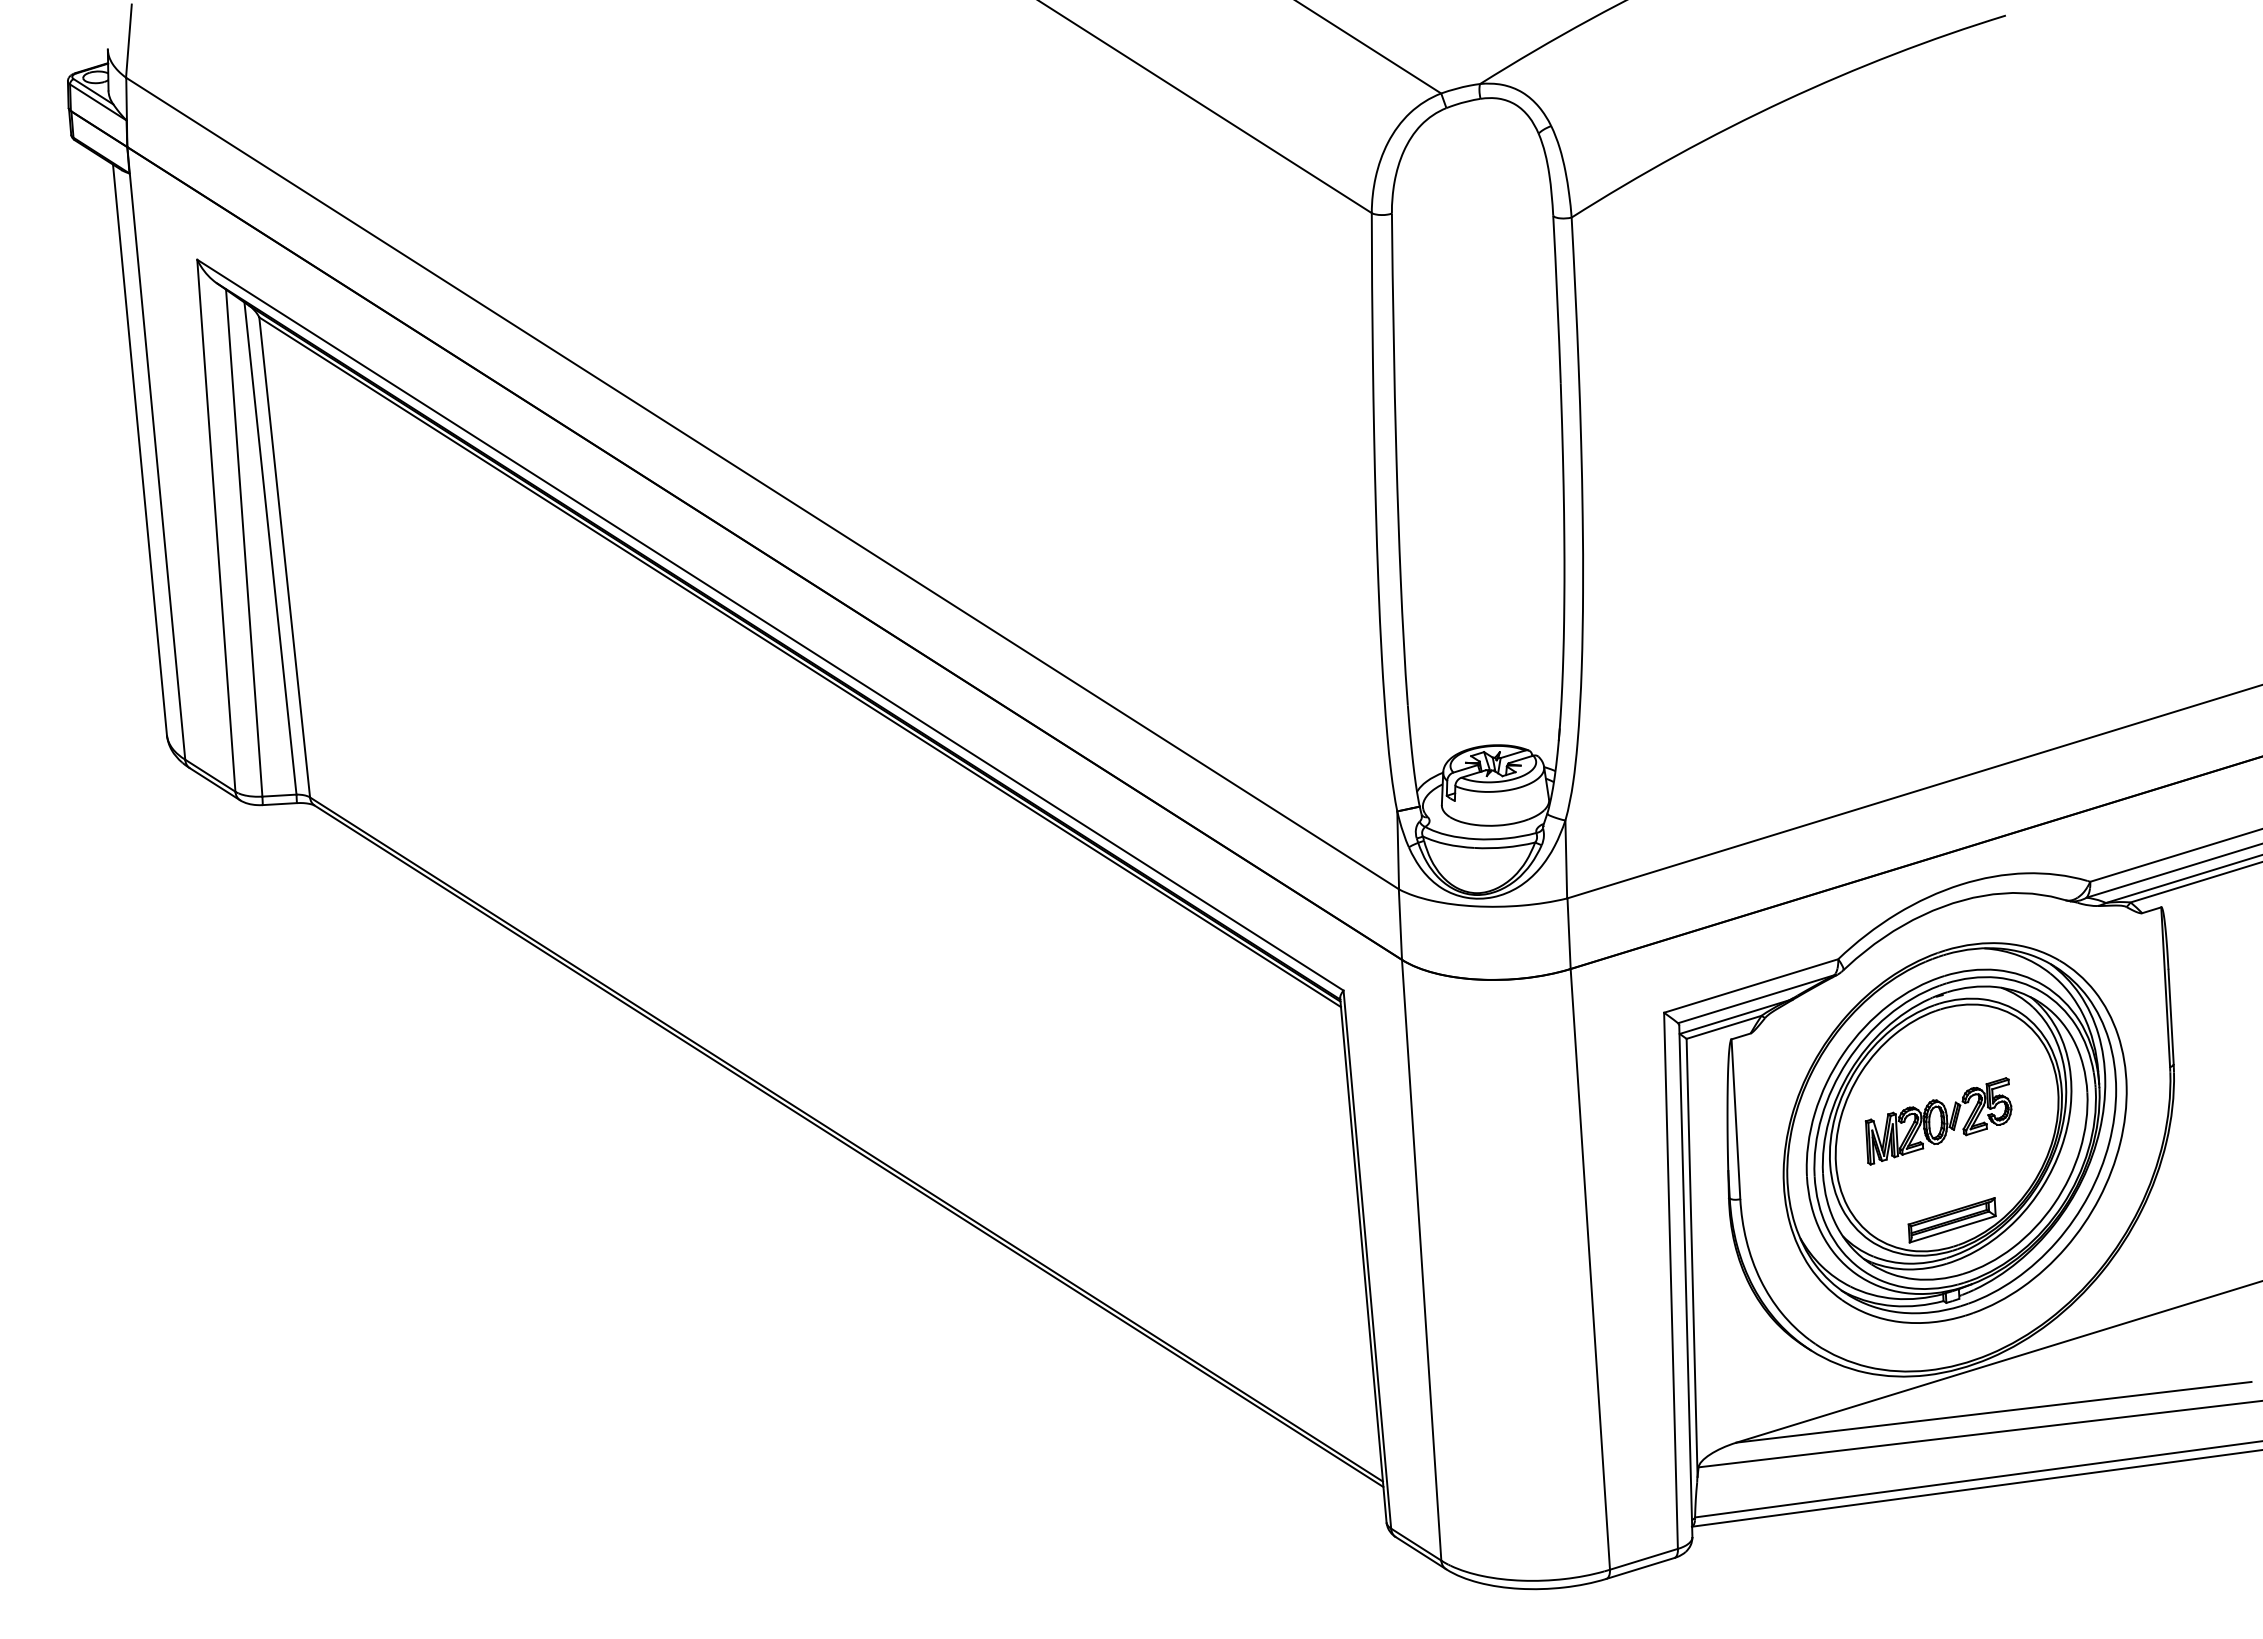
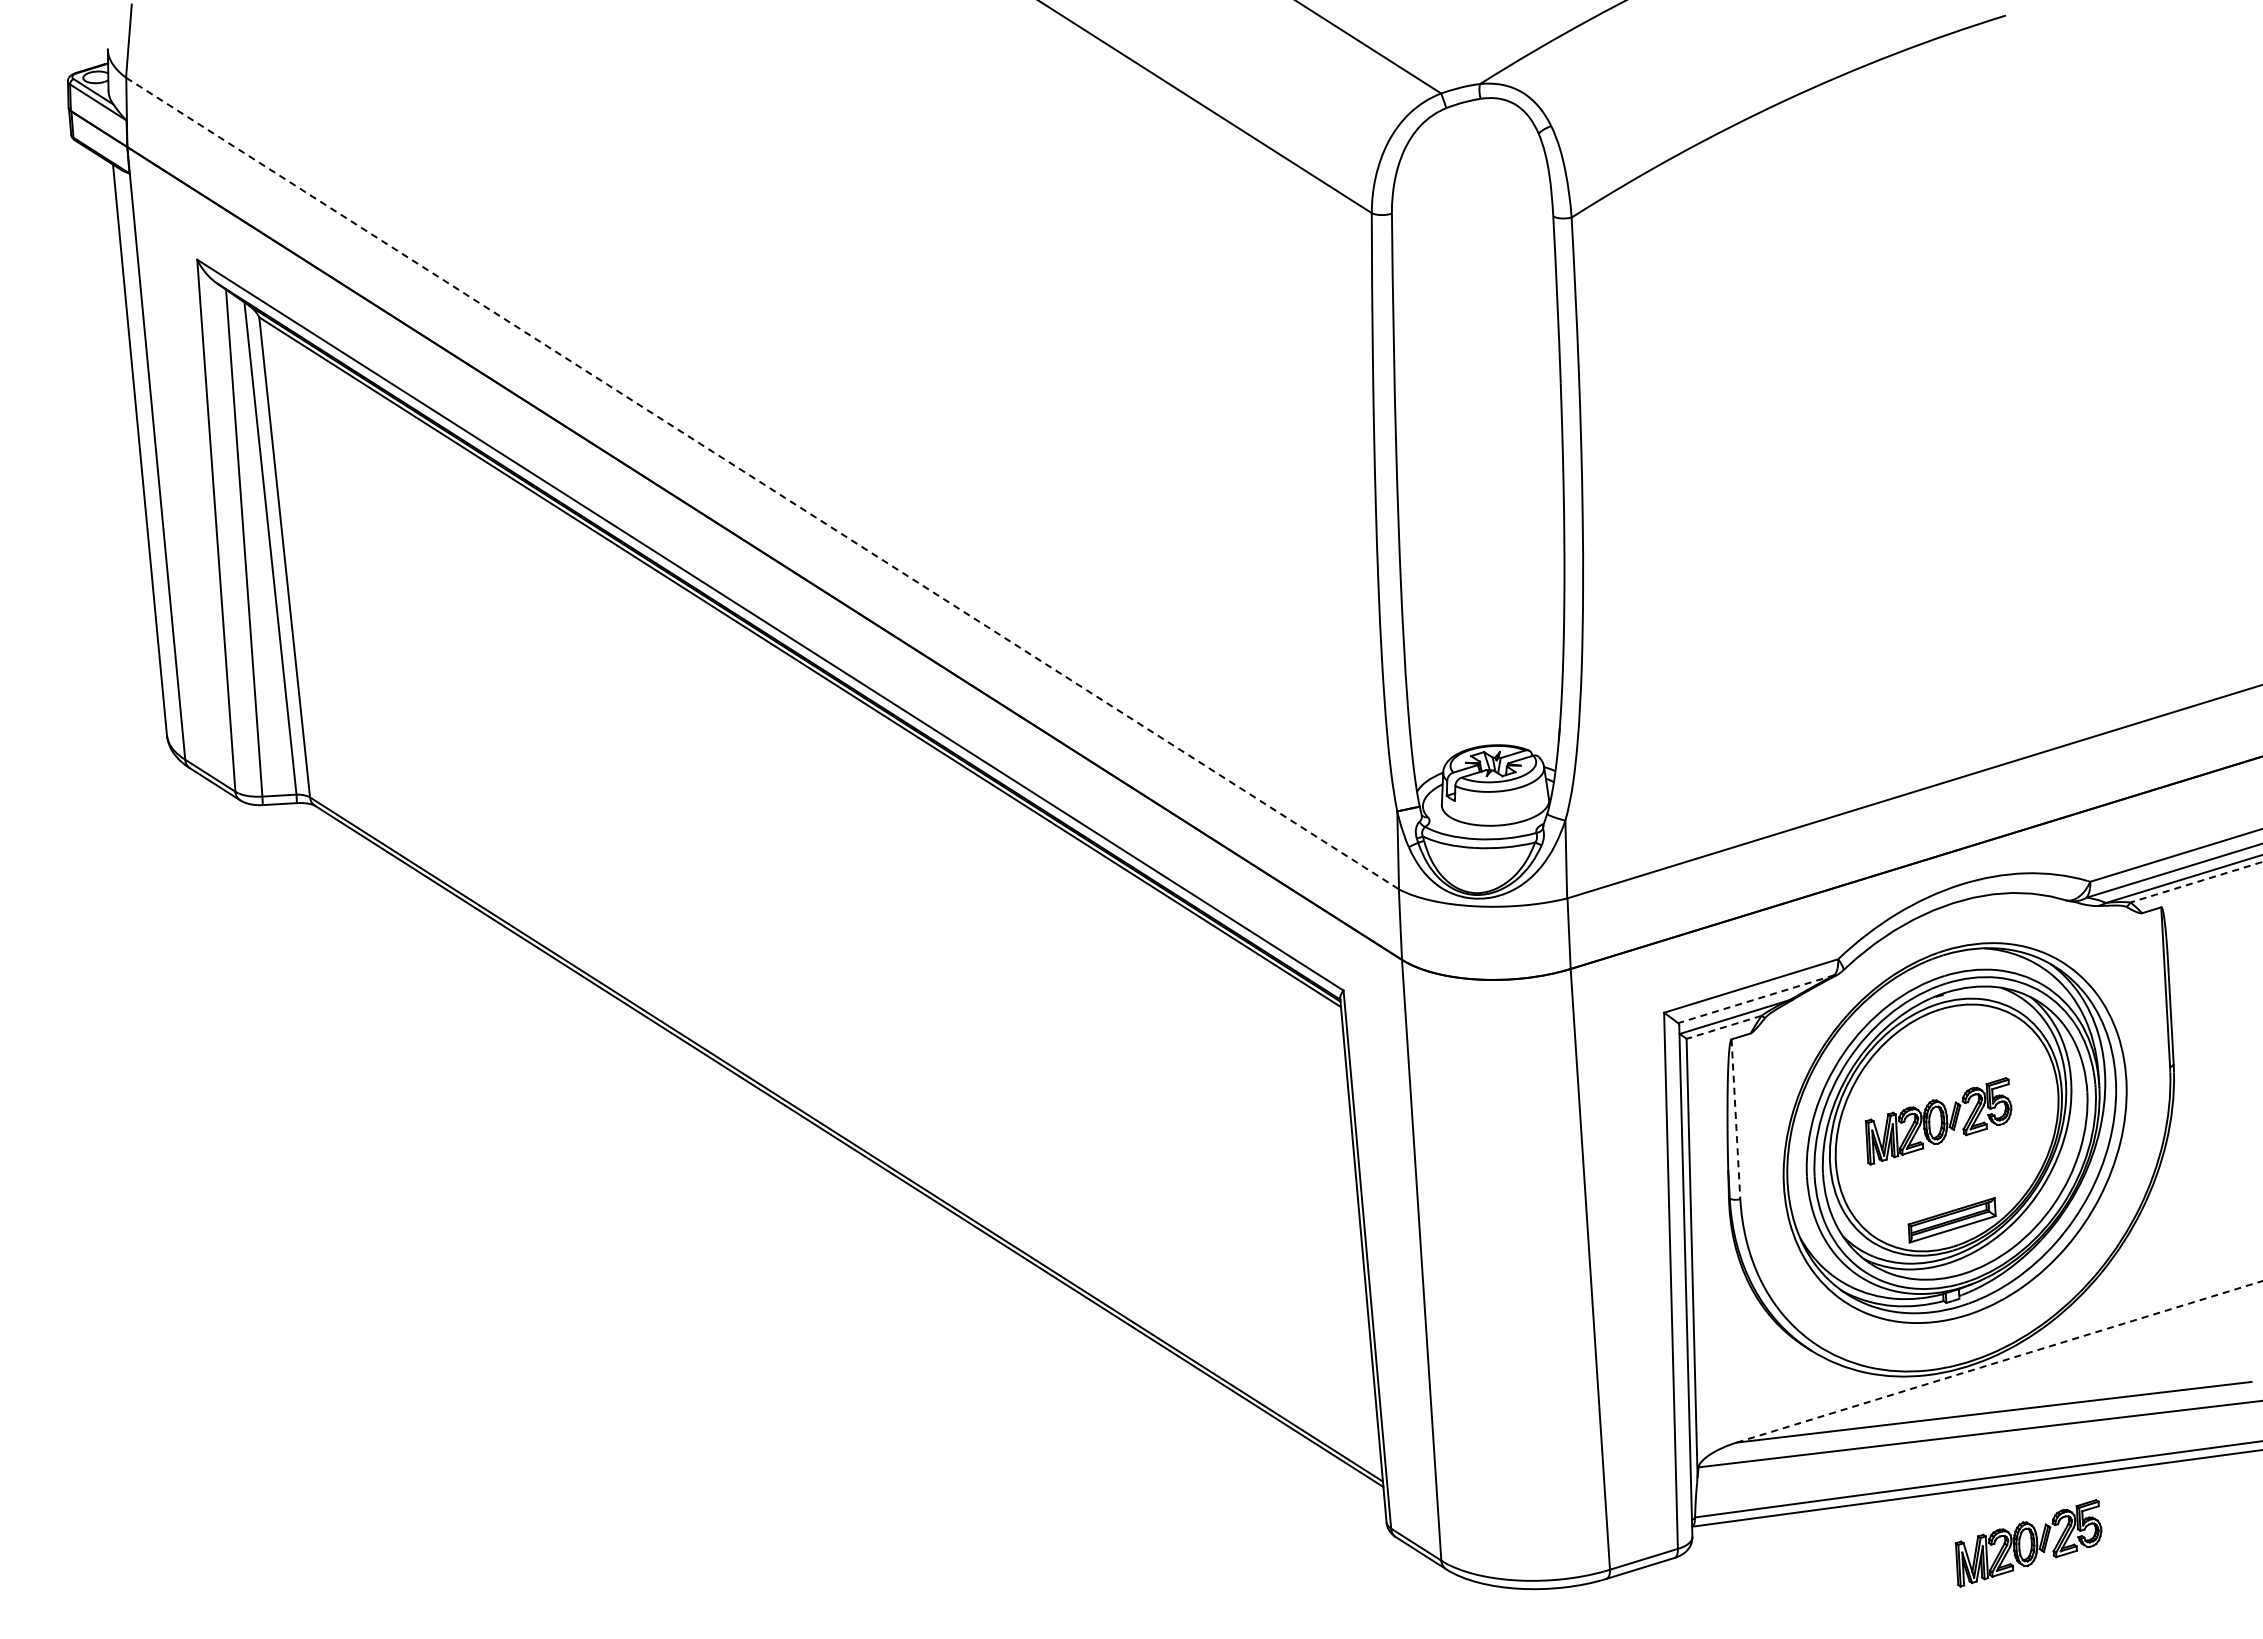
line at (762, 483): solid -> dashed
line at (2196, 882): solid -> dashed
line at (1756, 999): solid -> dashed
line at (1723, 1027): solid -> dashed
line at (1735, 1119): solid -> dashed
line at (2000, 1361): solid -> dashed
part at (2028, 1543): none -> present
